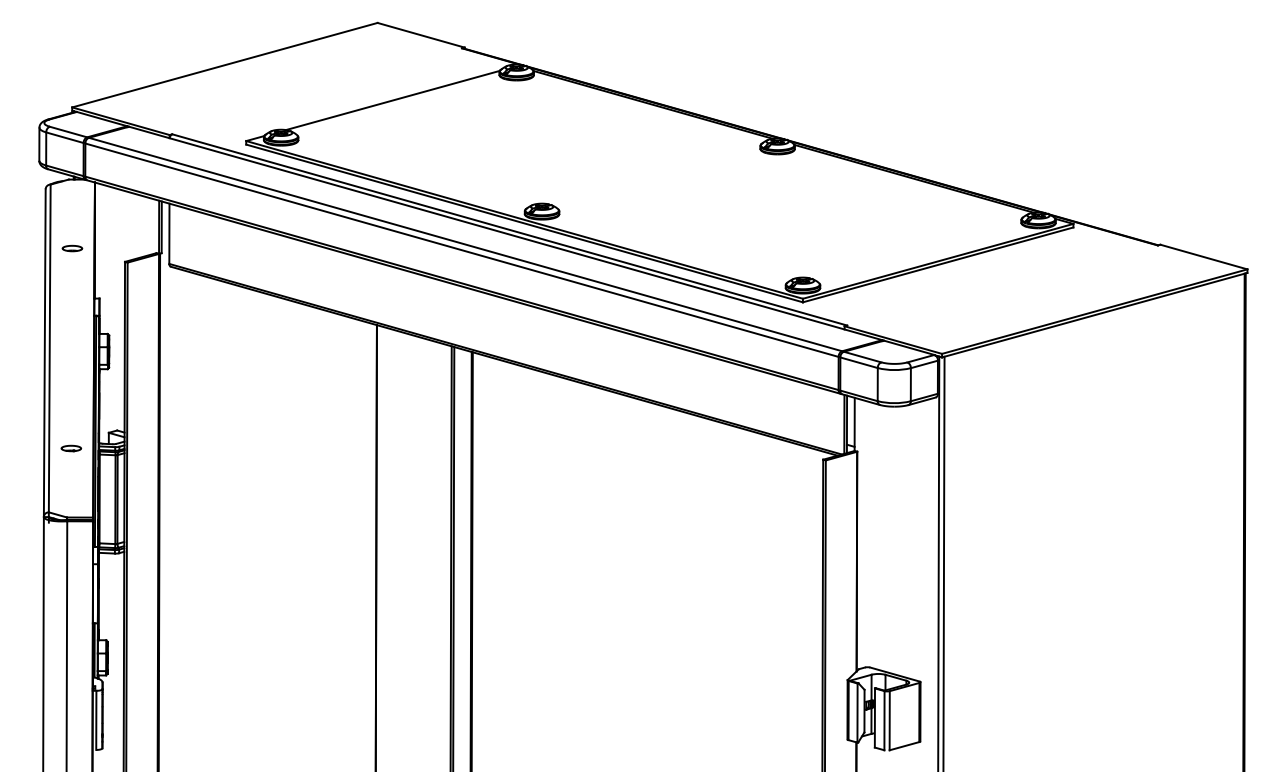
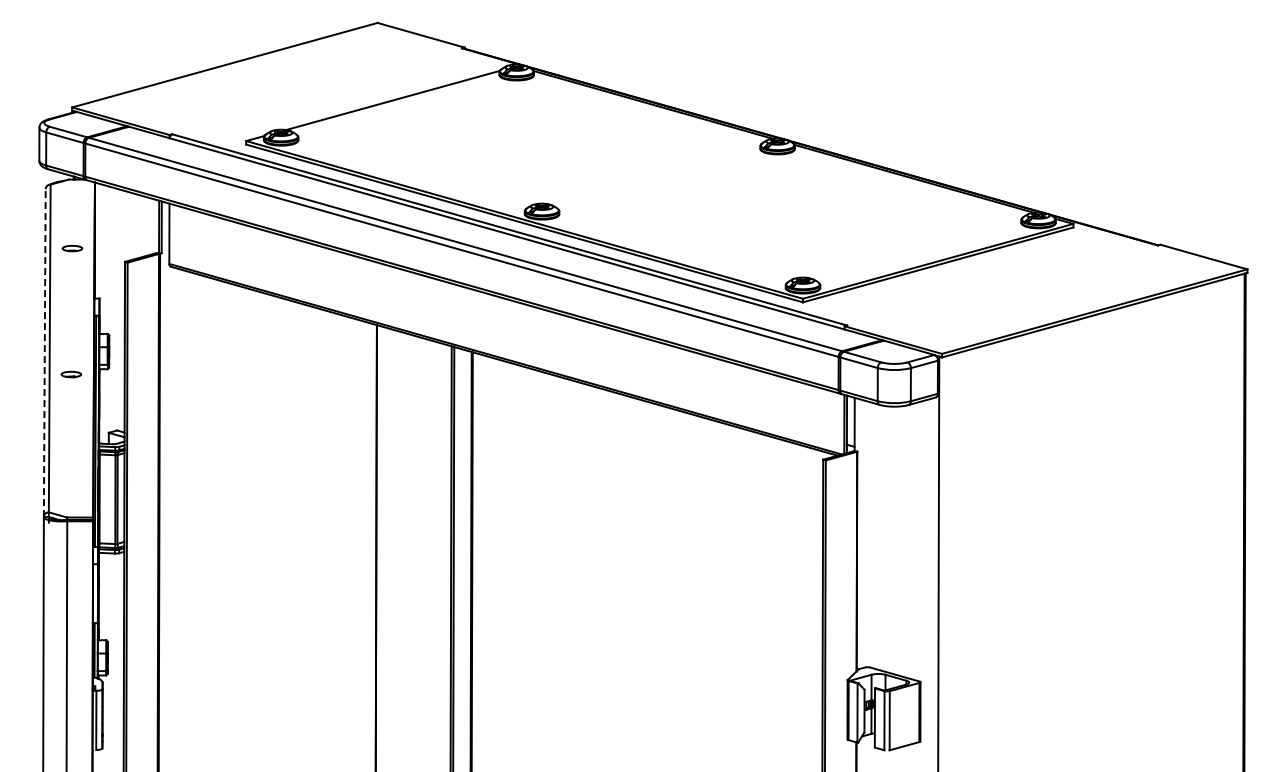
line at (44, 353): solid -> dashed
part at (71, 448) position: (71, 448) -> (71, 374)
line at (943, 562): present -> none
